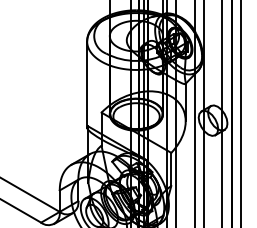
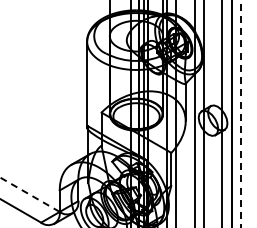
line at (240, 113): solid -> dashed
line at (29, 194): solid -> dashed
